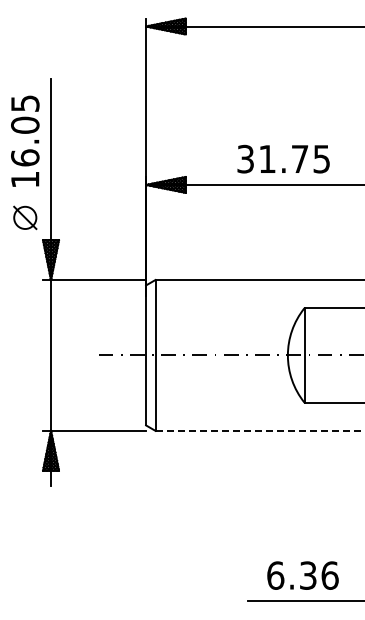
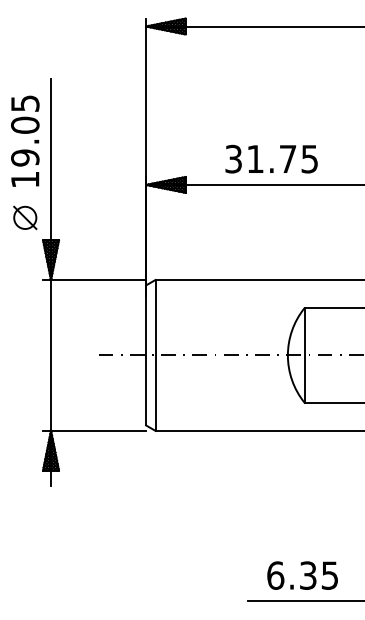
text at (25, 157): 16.05 -> 19.05
text at (283, 158) position: (283, 158) -> (271, 158)
line at (260, 430): dashed -> solid
text at (329, 575): 6.36 -> 6.35
